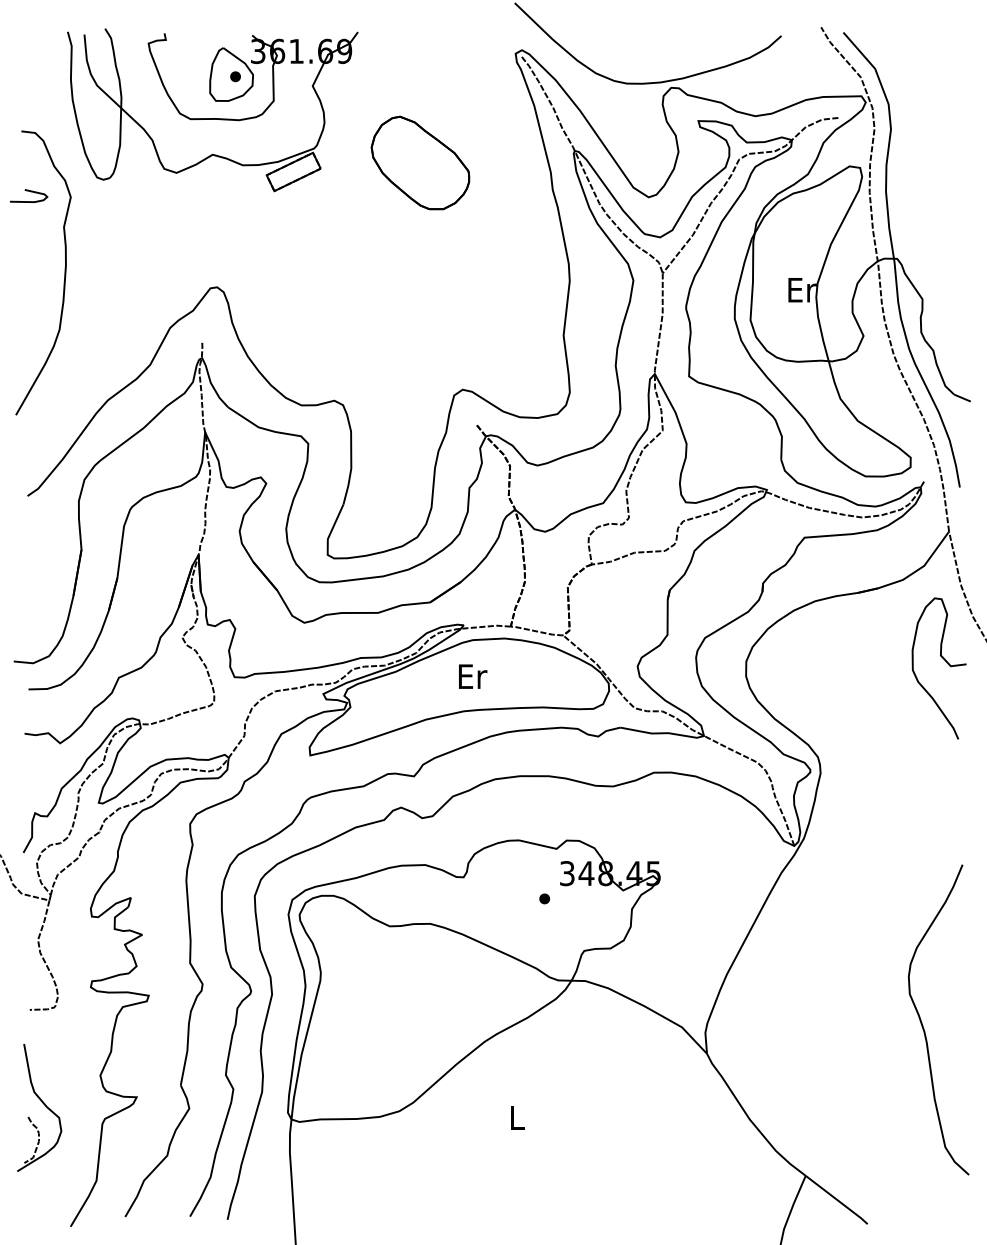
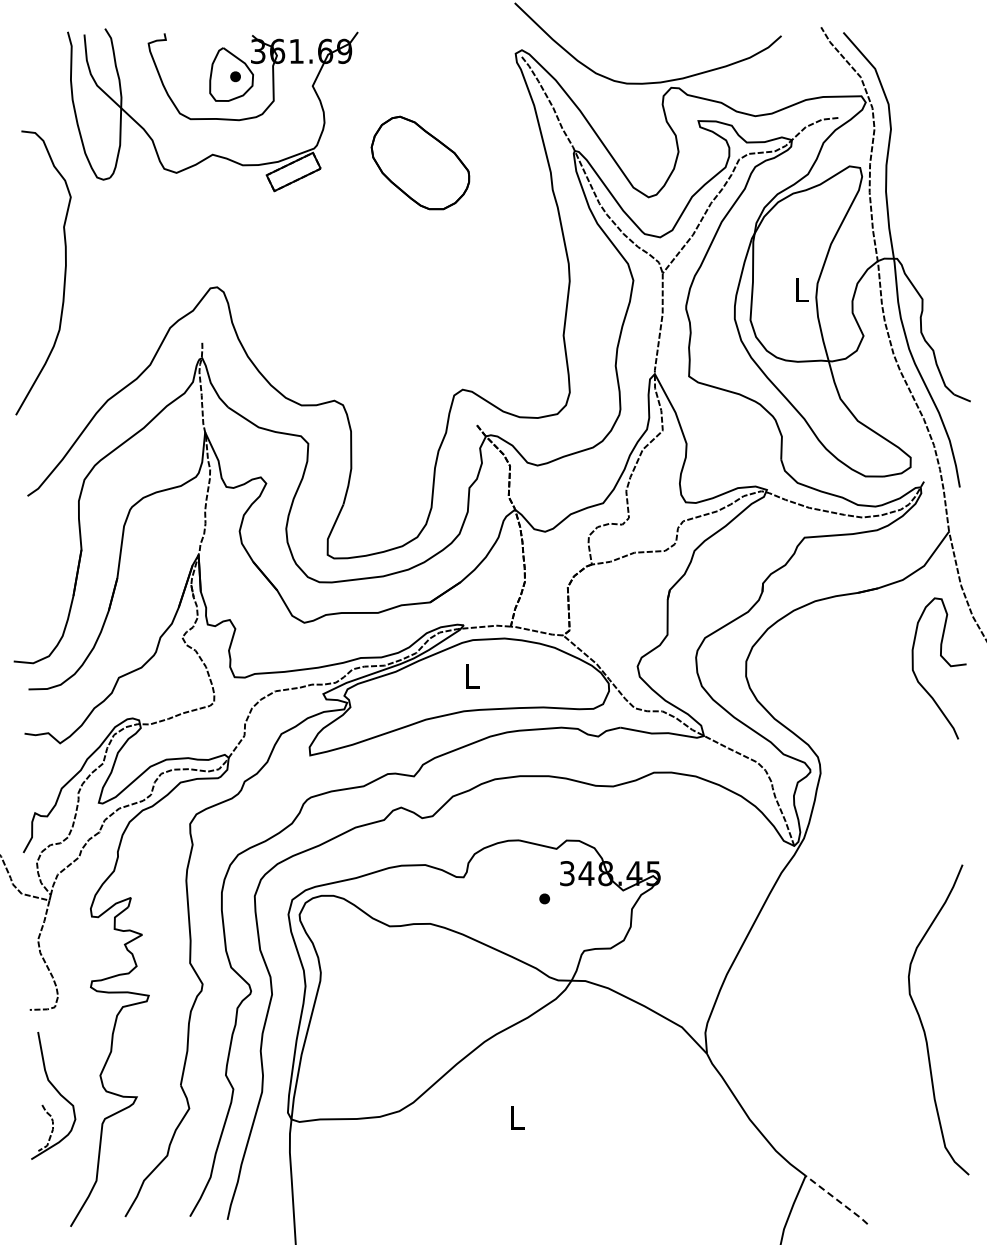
curve at (30, 192): present -> none
text at (802, 290): Er -> L
text at (473, 676): Er -> L
part at (39, 1107) position: (39, 1107) -> (53, 1095)
line at (837, 1200): solid -> dashed
